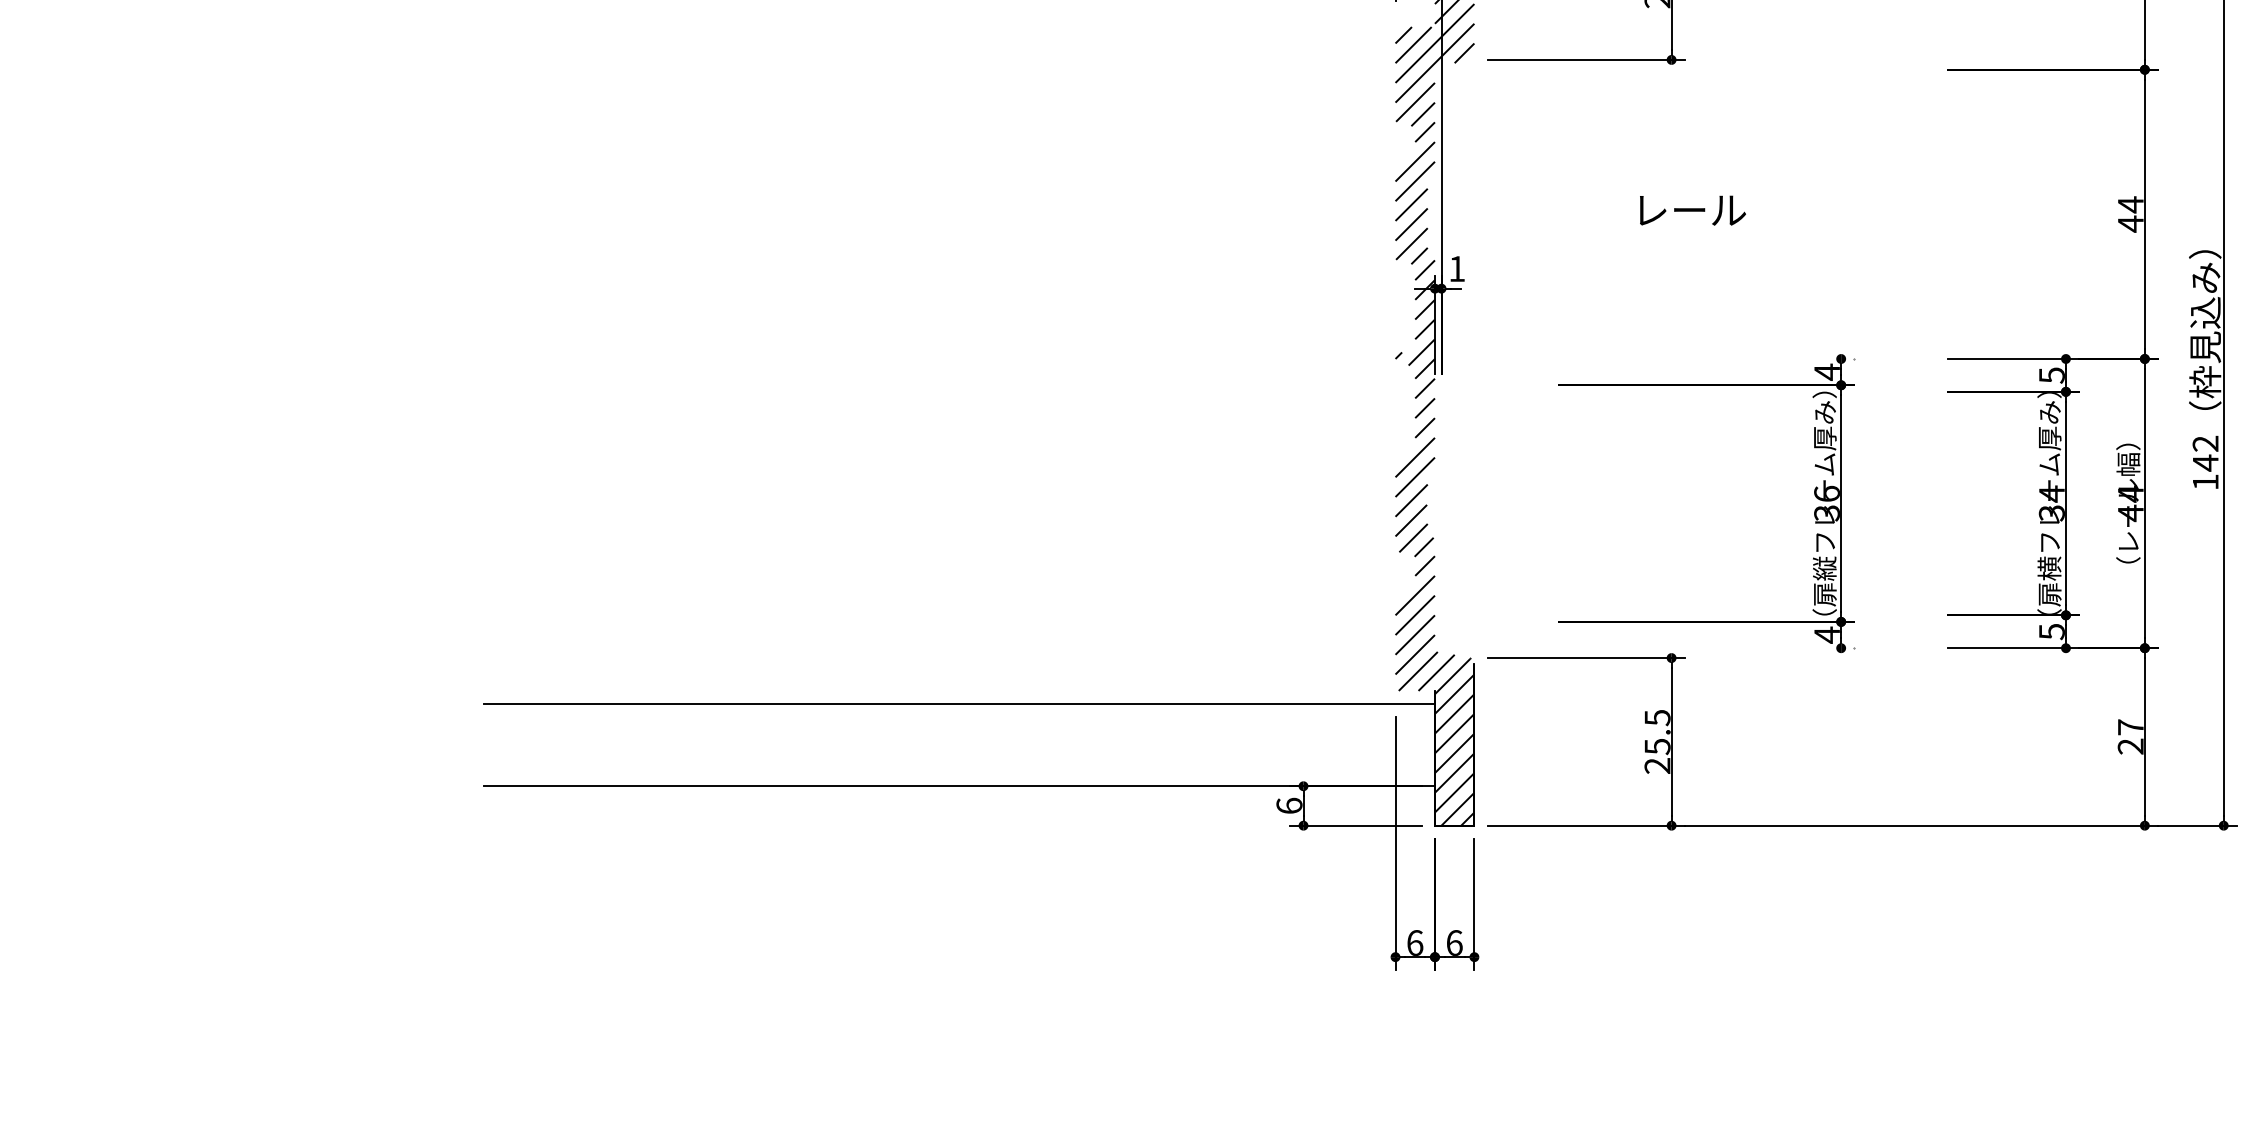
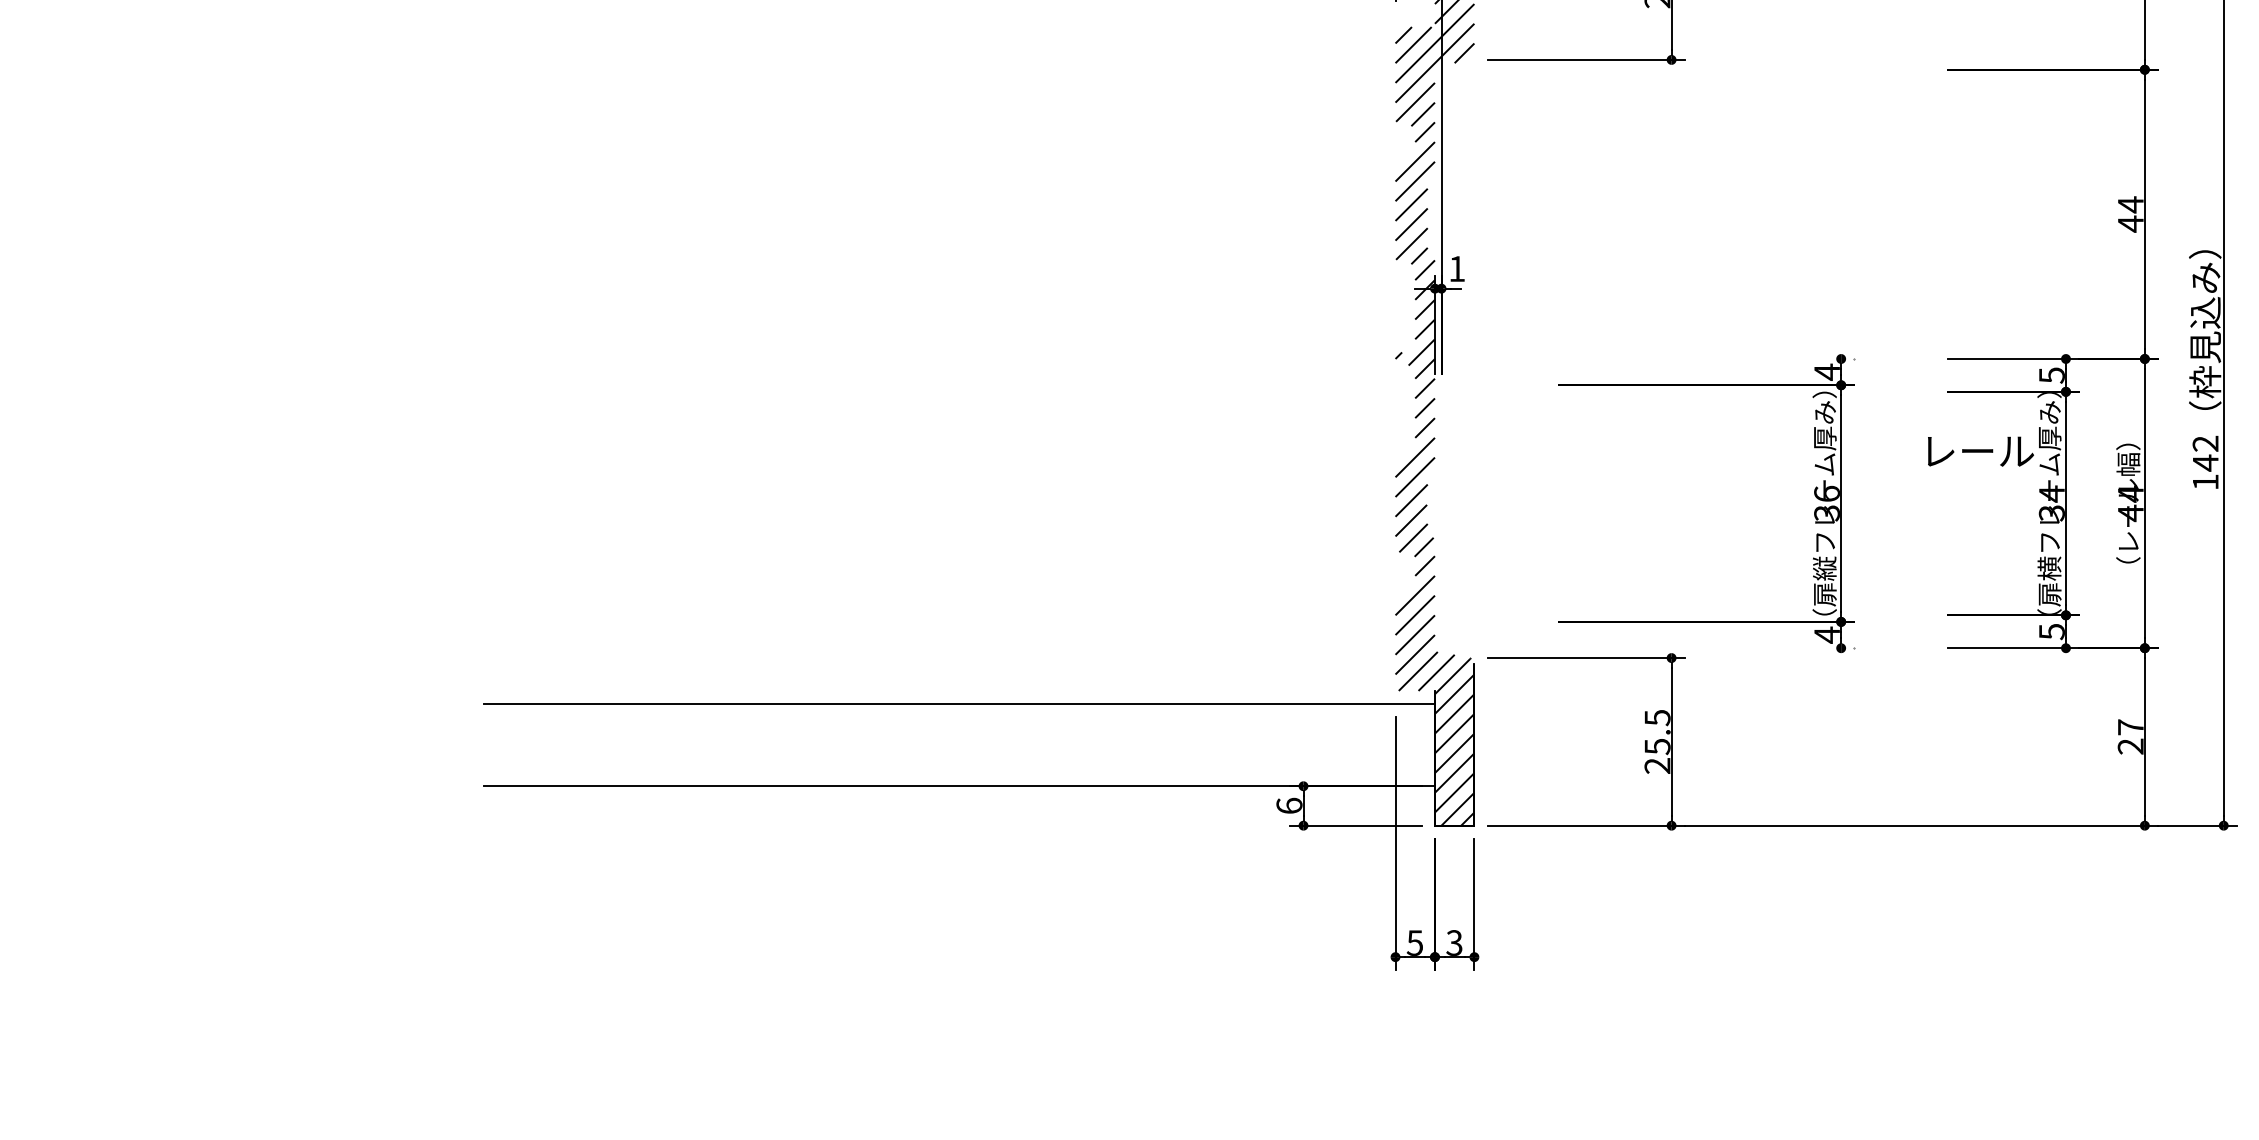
text at (1692, 210) position: (1692, 210) -> (1980, 451)
text at (1414, 942): 6 -> 5
text at (1454, 942): 6 -> 3
